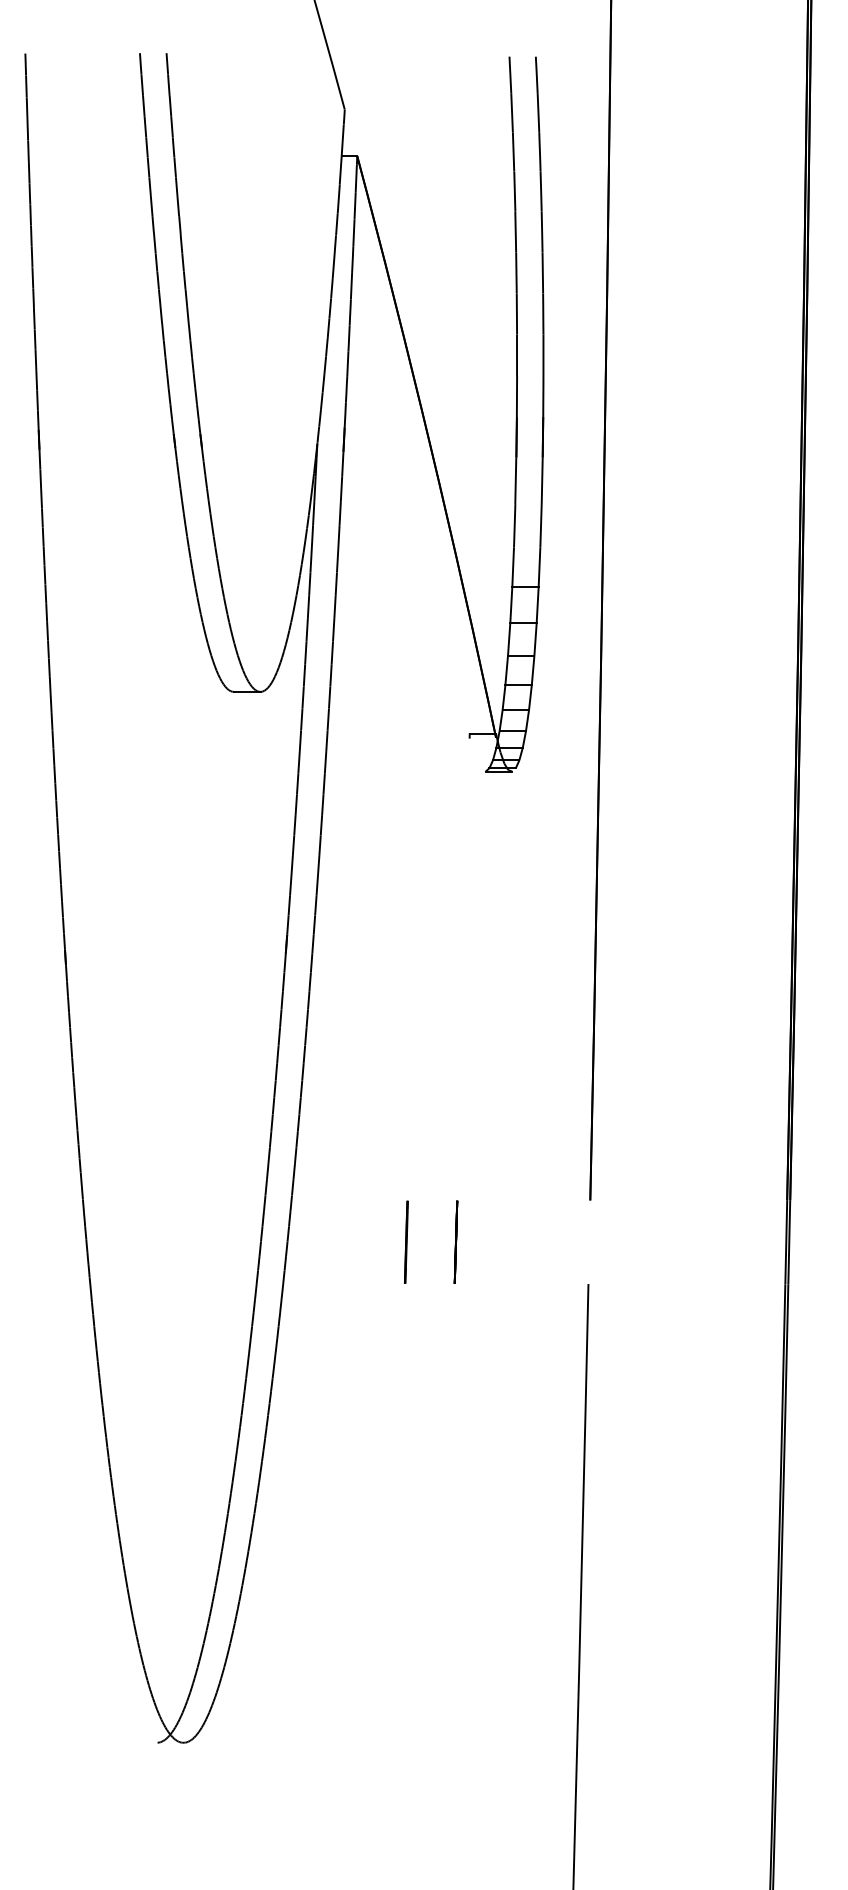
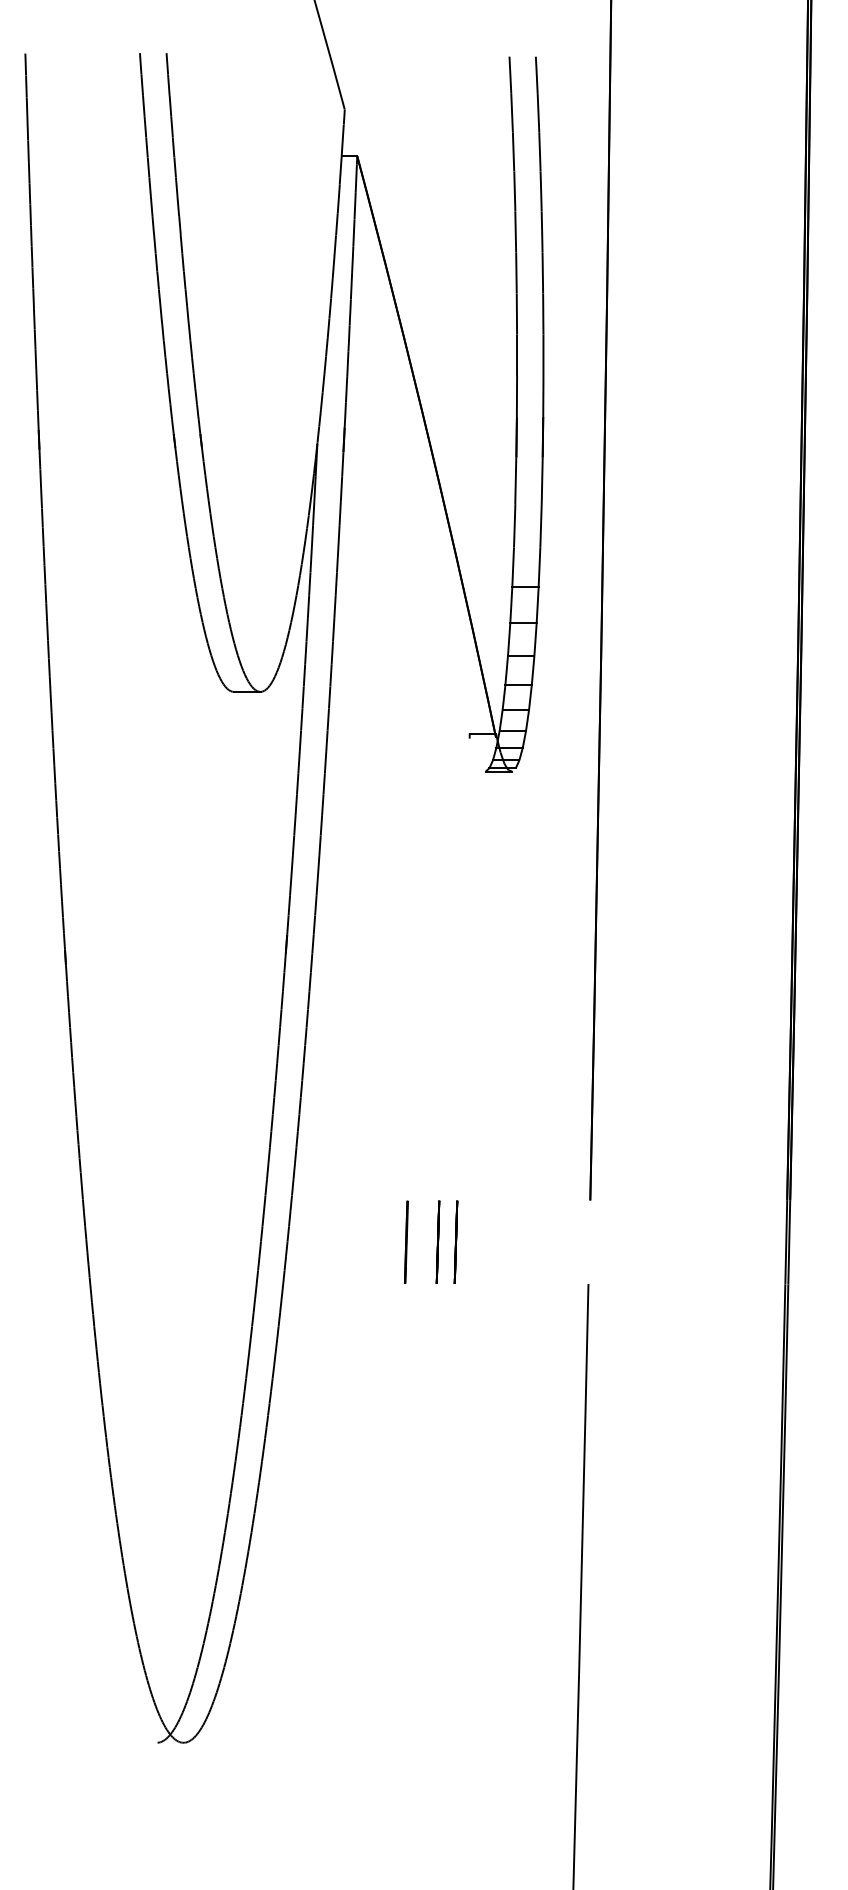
line at (437, 1241): none -> present
